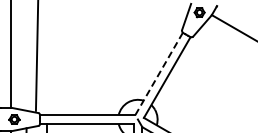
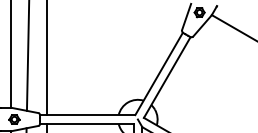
line at (36, 56) position: (36, 56) -> (27, 56)
line at (46, 58): none -> present
line at (159, 73): dashed -> solid
